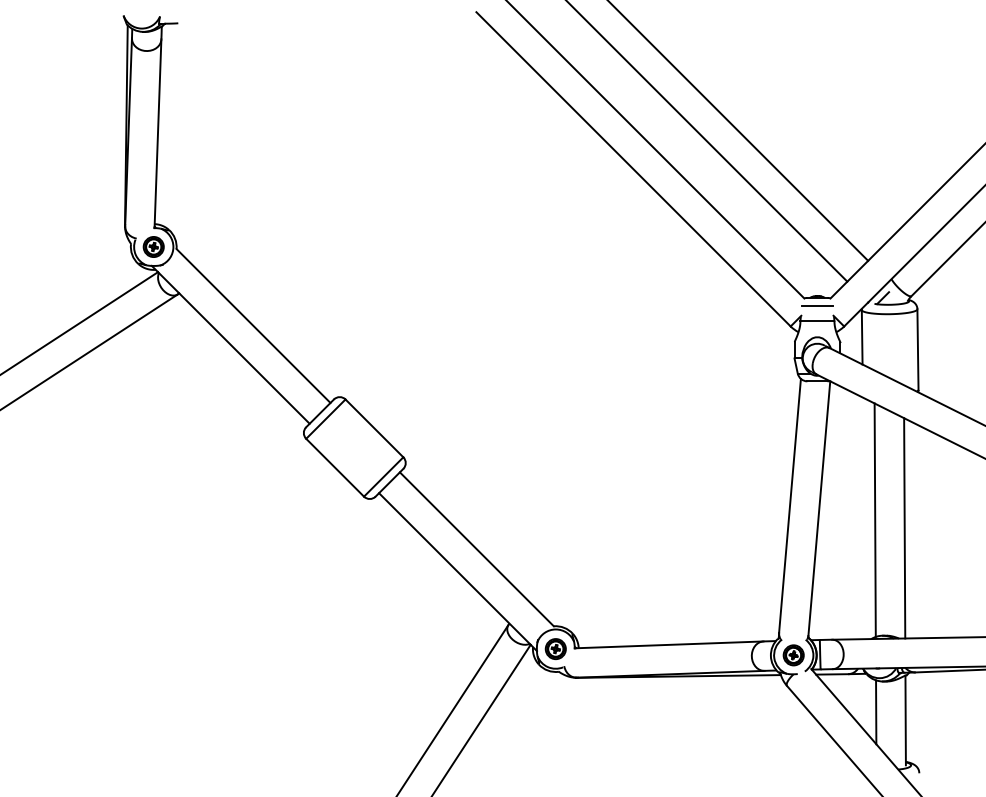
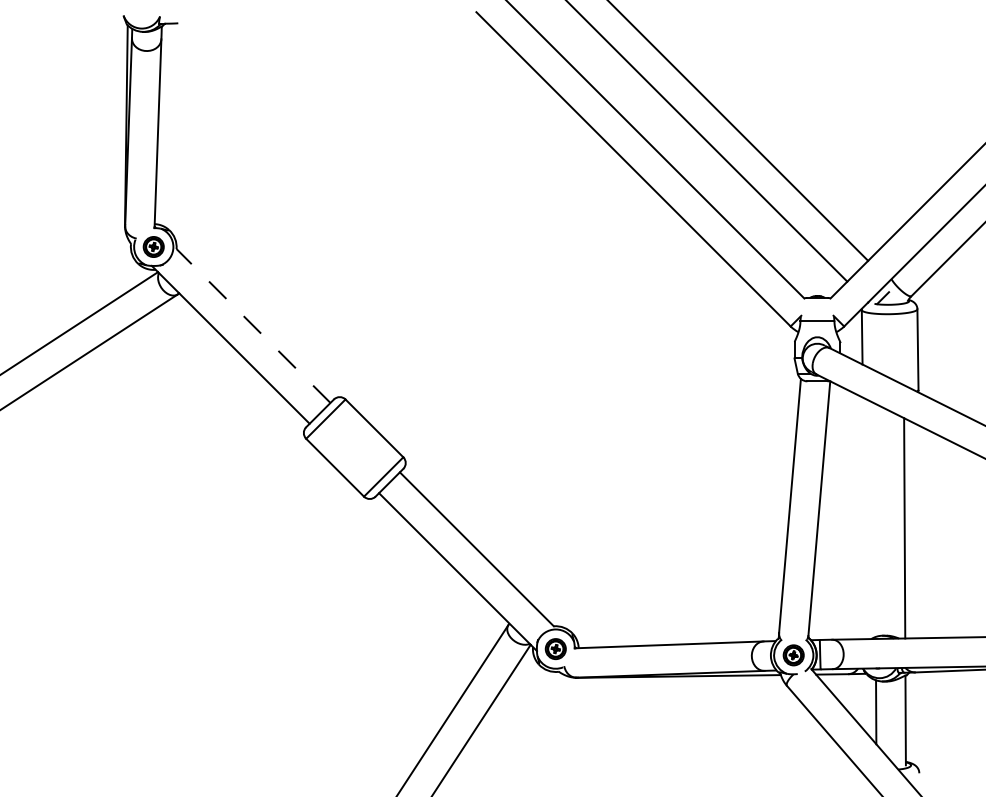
line at (817, 305): present -> none
line at (253, 326): solid -> dashed
line at (874, 519): present -> none
